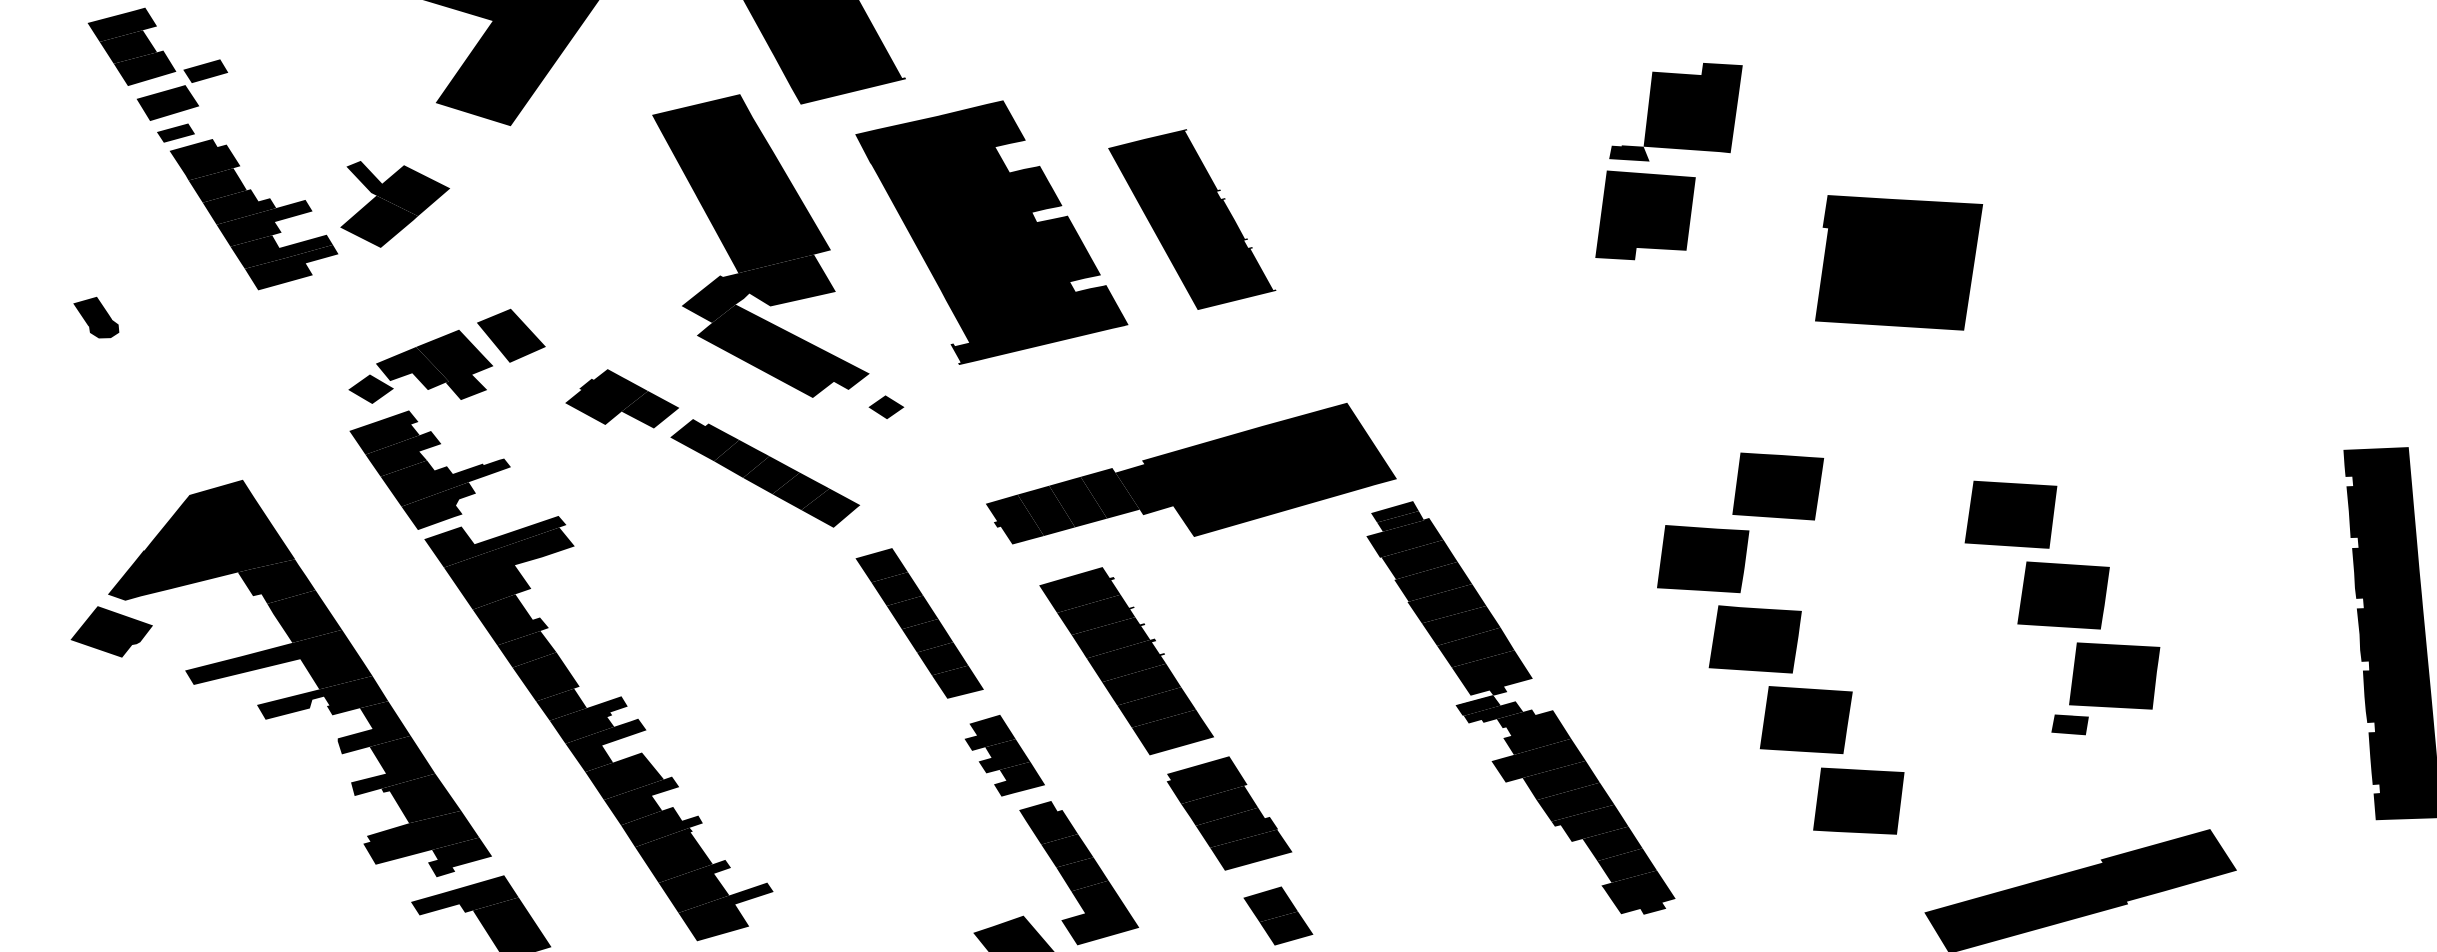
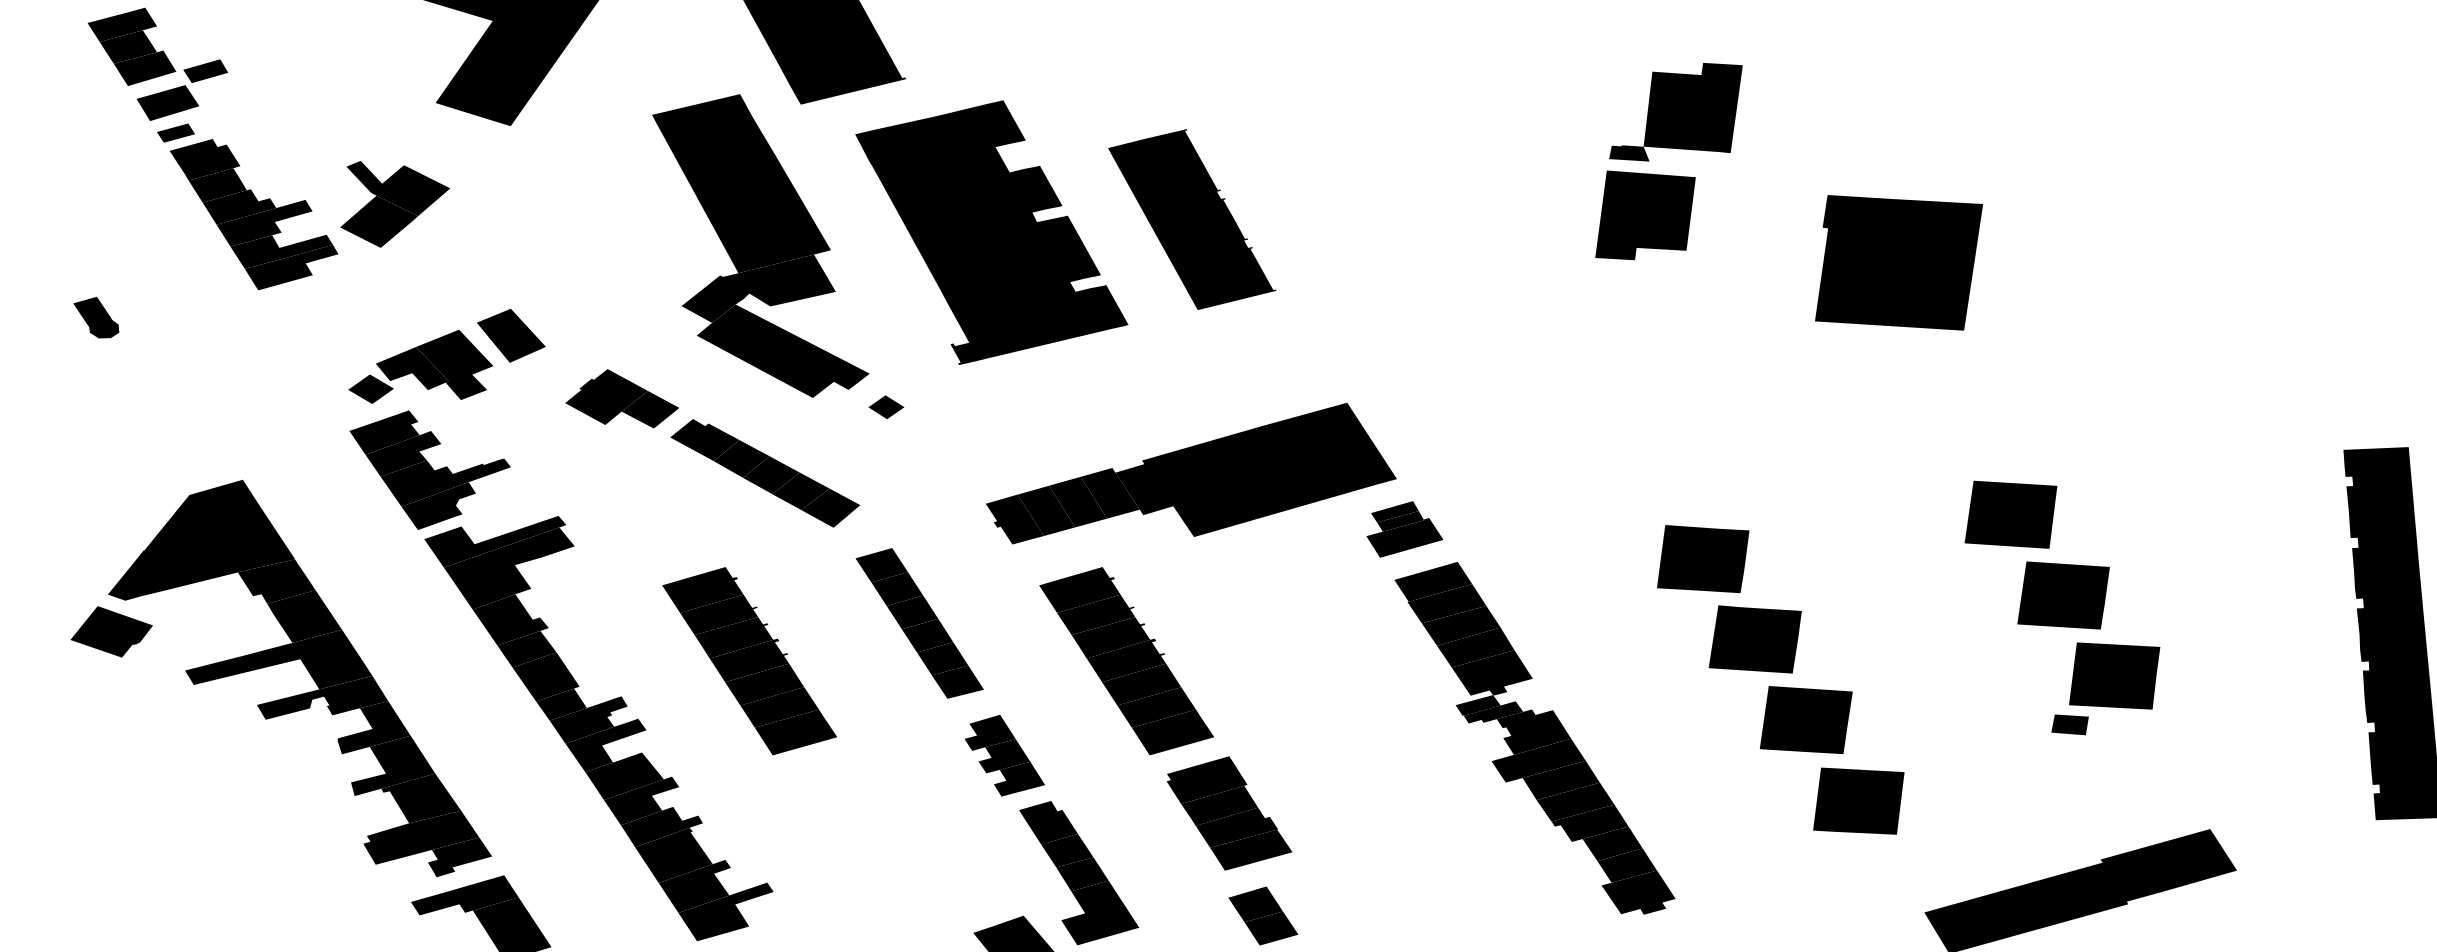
fill at (1778, 486): present -> none
fill at (1419, 559): present -> none
part at (749, 661): none -> present
part at (1278, 915) position: (1278, 915) -> (1263, 915)
